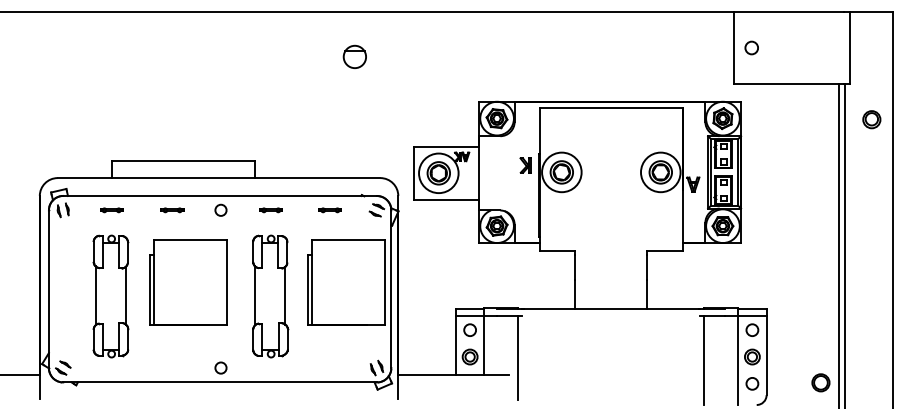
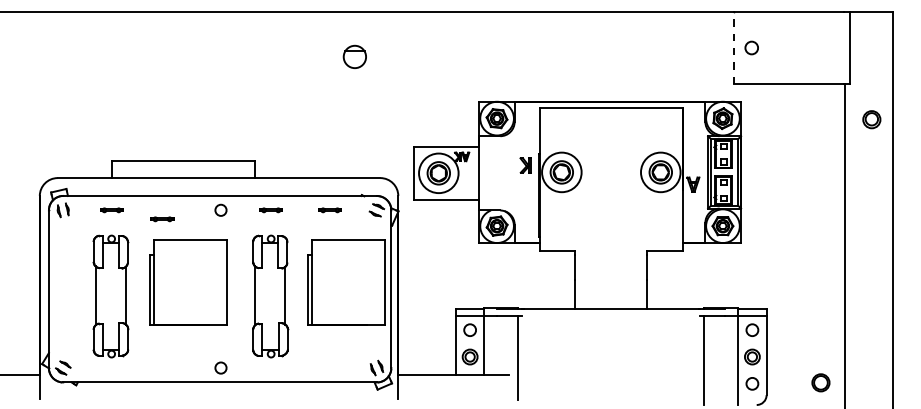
line at (733, 48): solid -> dashed
part at (172, 210) position: (172, 210) -> (162, 219)
line at (838, 244): present -> none
